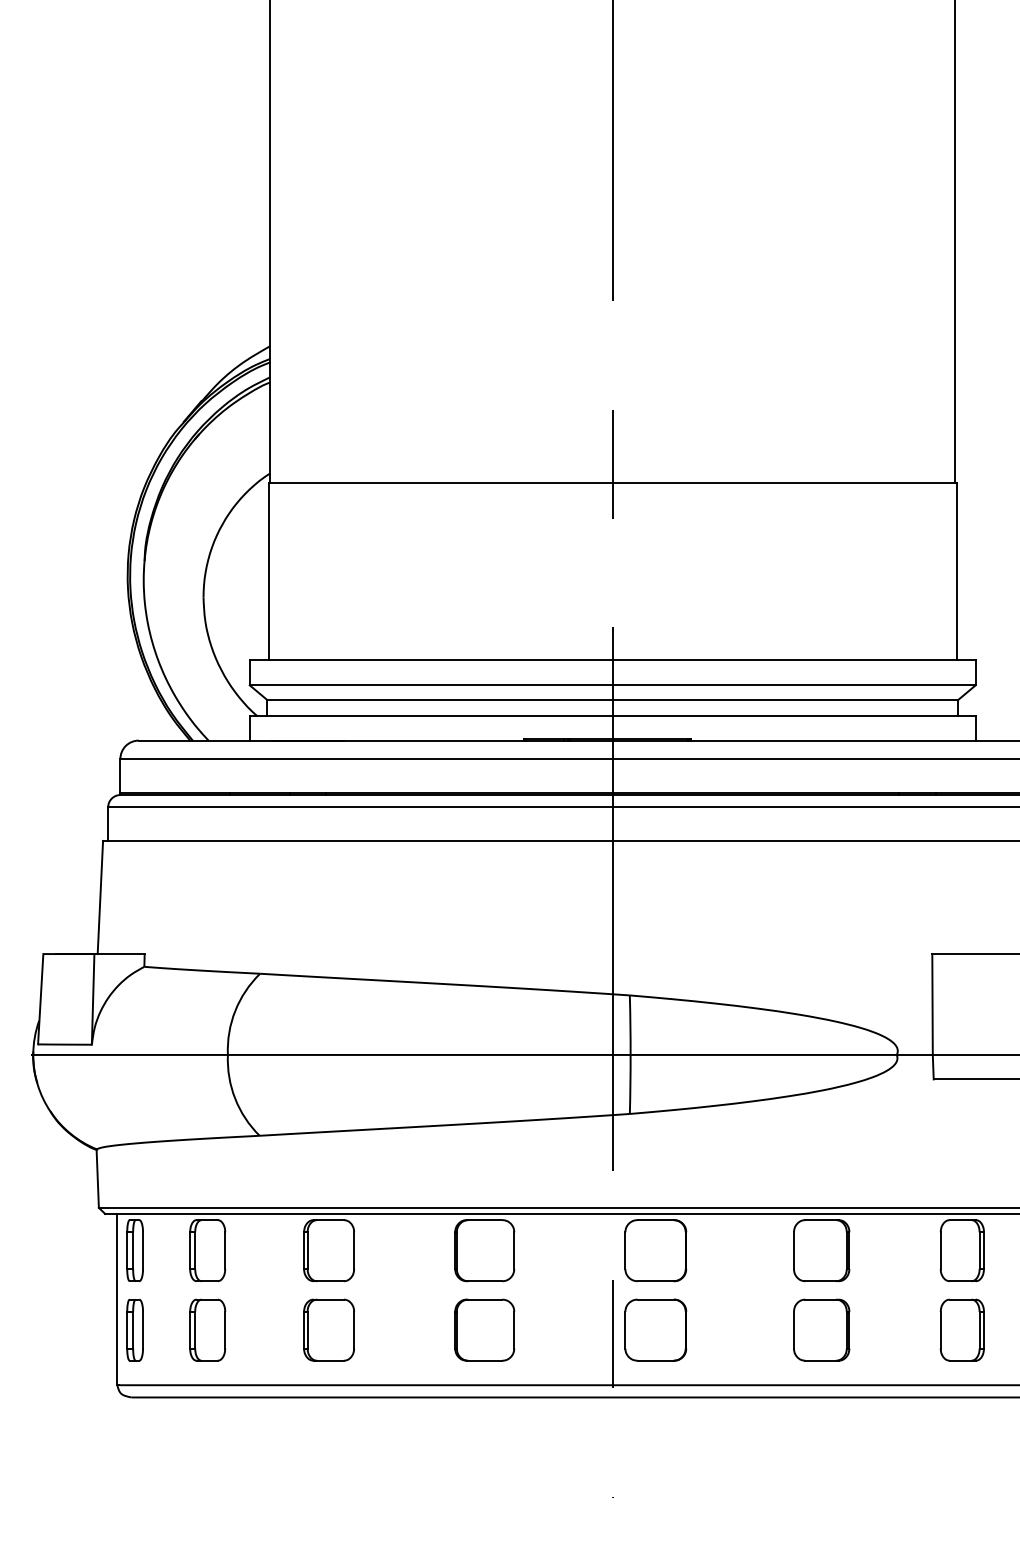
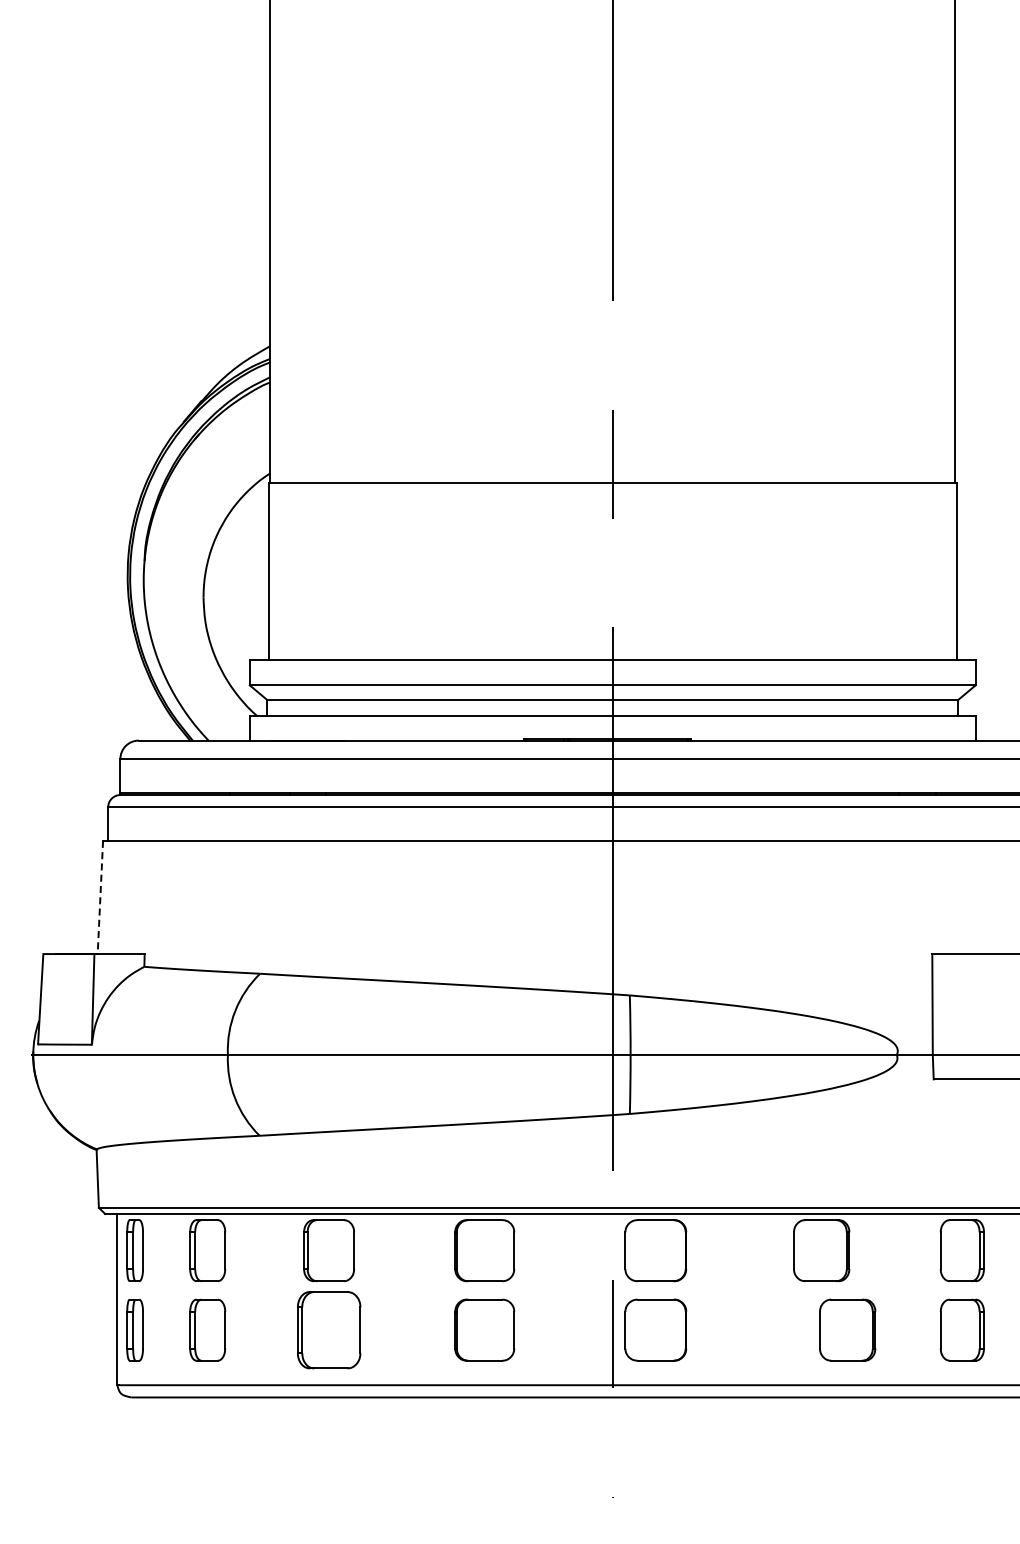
line at (100, 897): solid -> dashed
part at (328, 1329) size: 52x64 px -> 65x79 px
part at (821, 1329) position: (821, 1329) -> (847, 1329)
